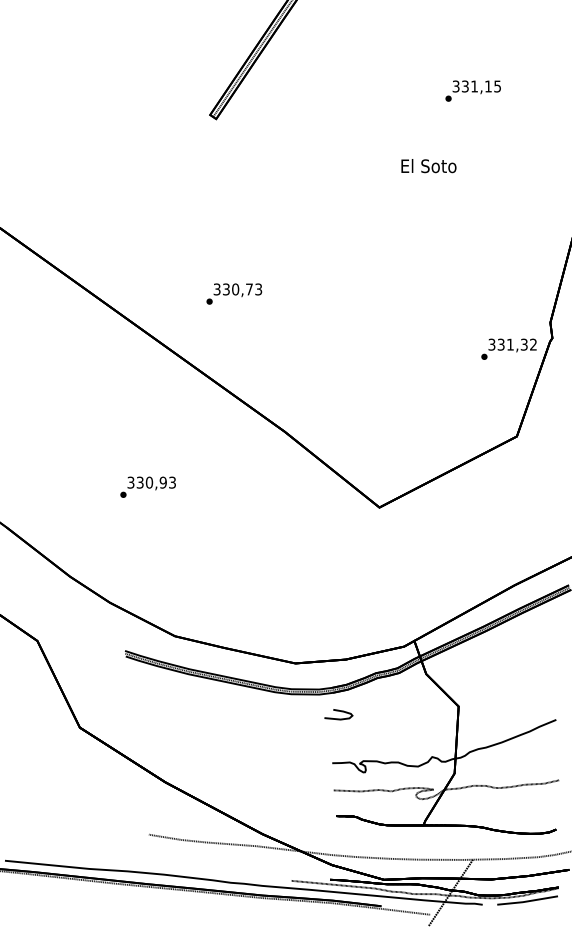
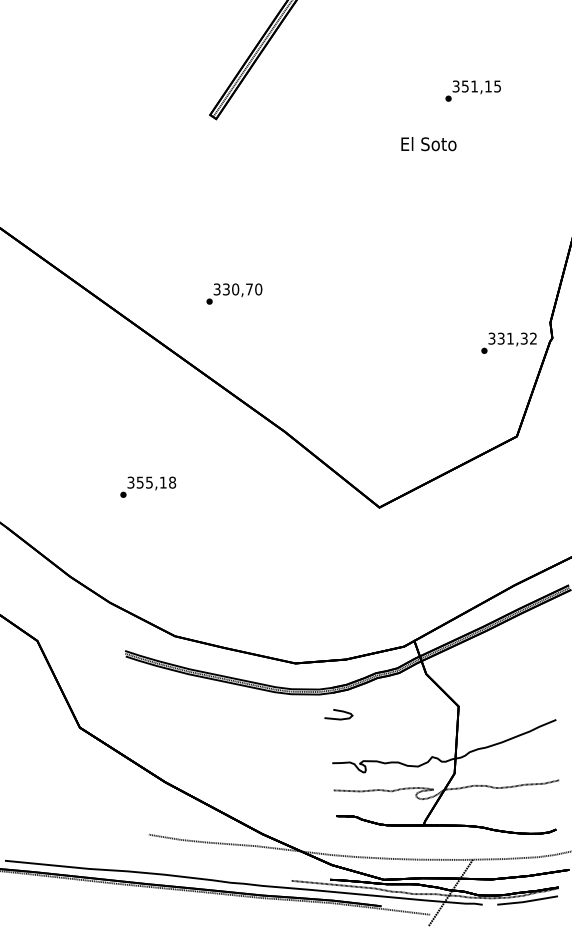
text at (465, 85): 331,15 -> 351,15
text at (428, 166) position: (428, 166) -> (428, 144)
text at (258, 289): 330,73 -> 330,70
text at (508, 348) position: (508, 348) -> (508, 342)
text at (156, 482): 330,93 -> 355,18
